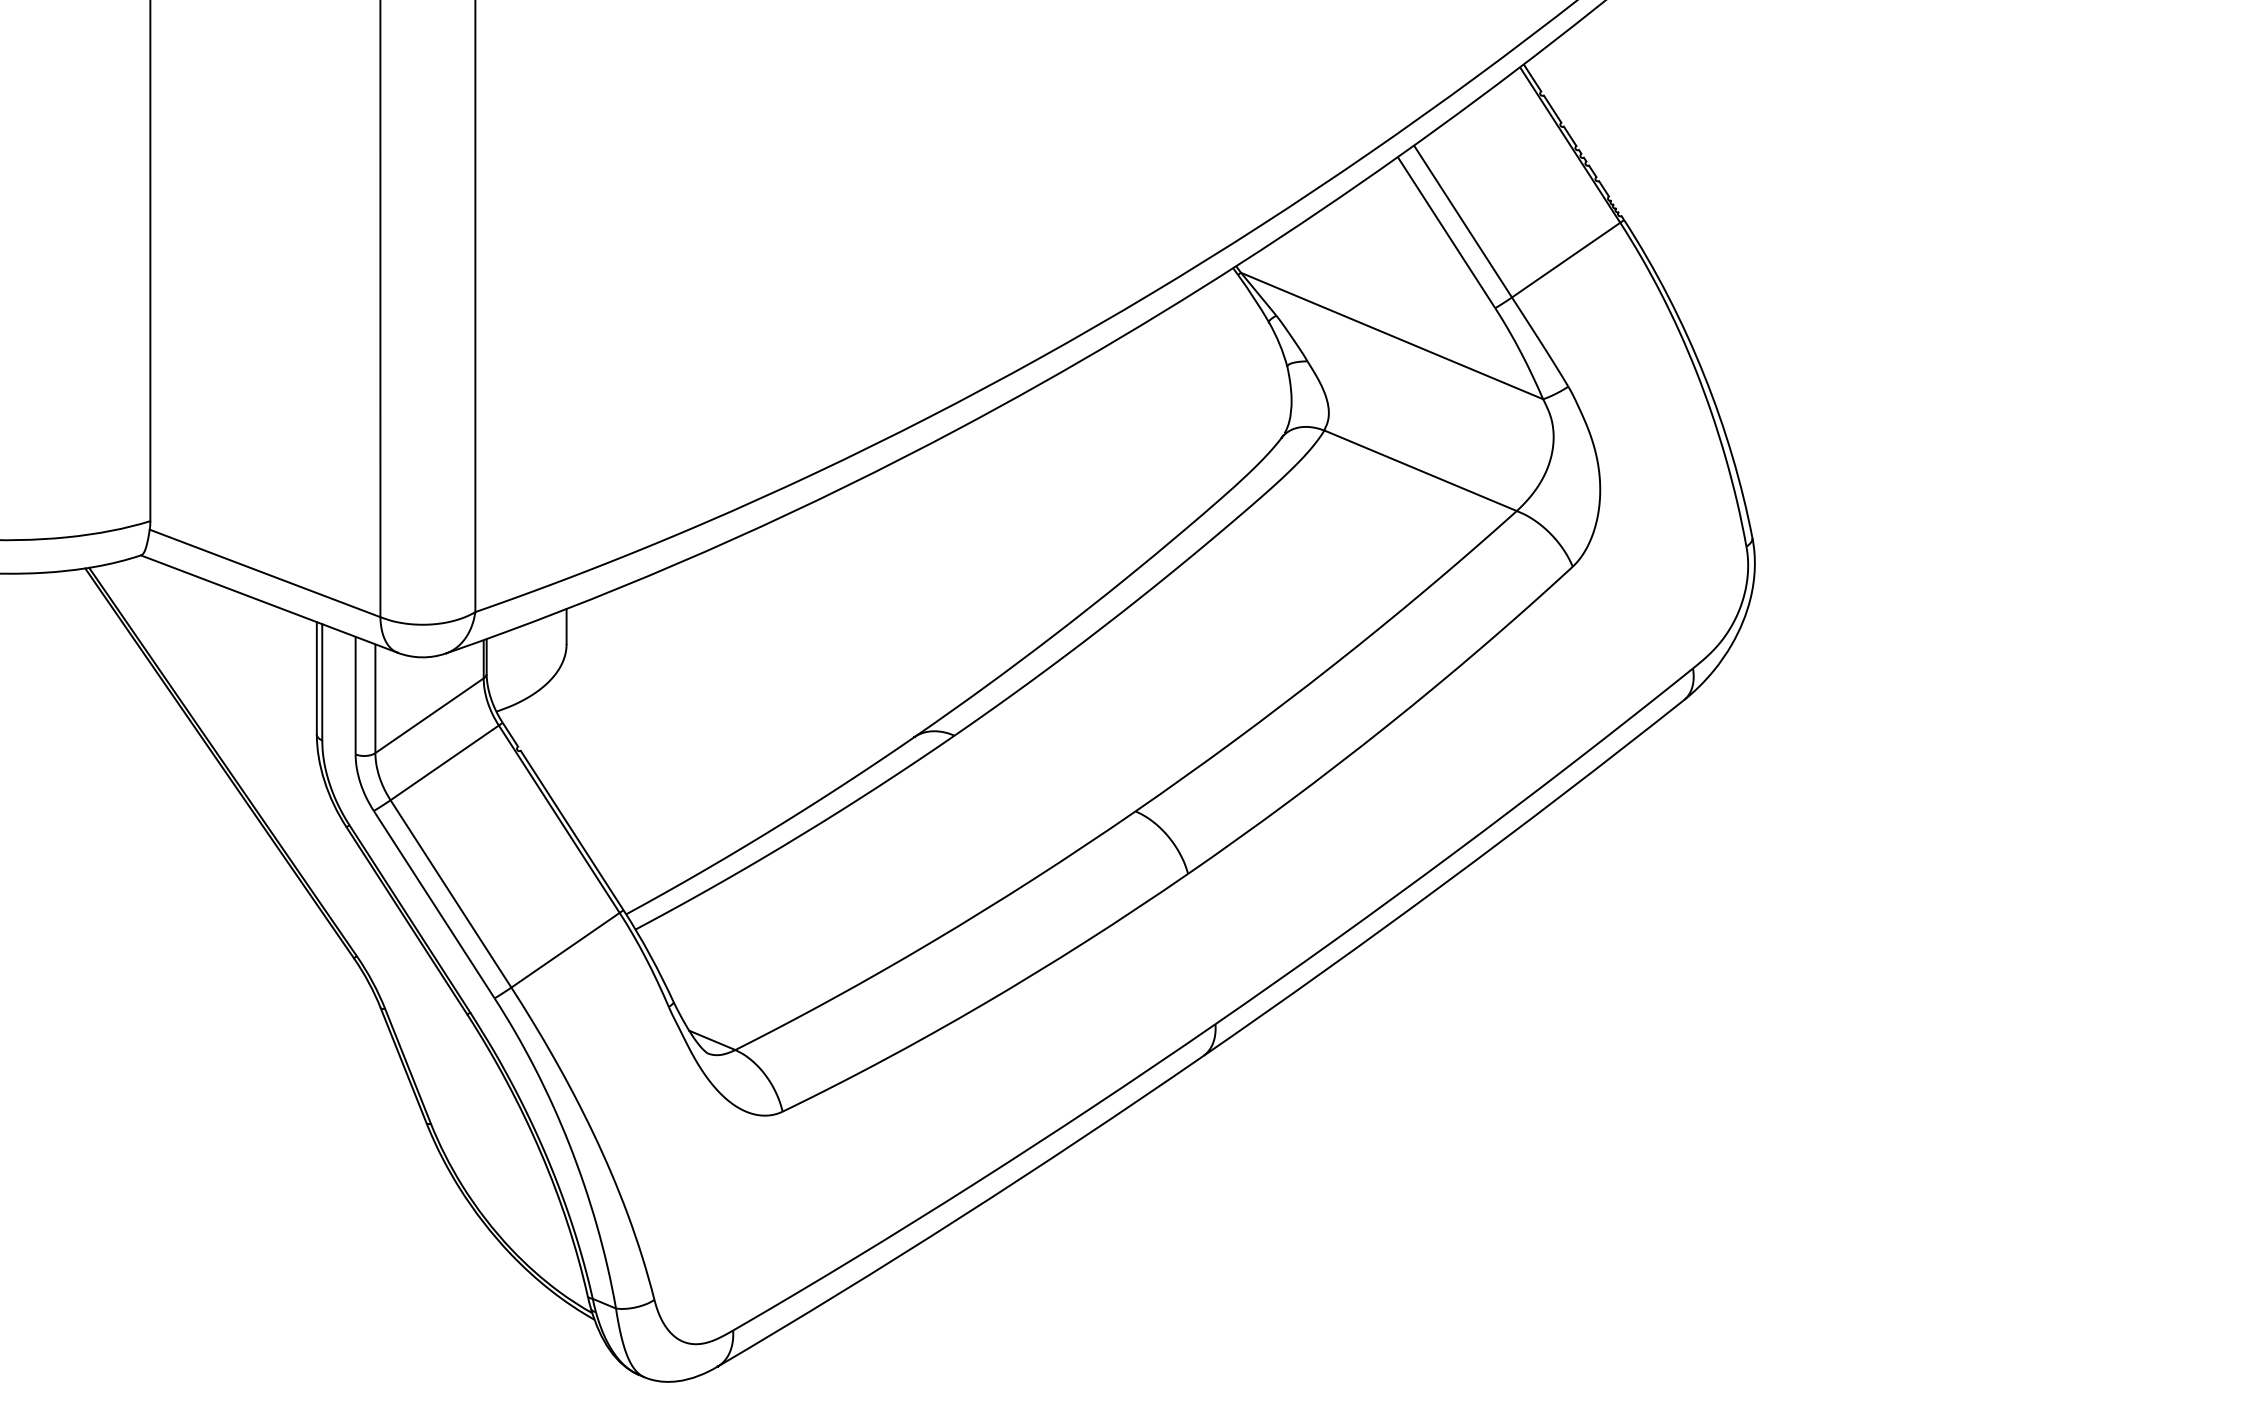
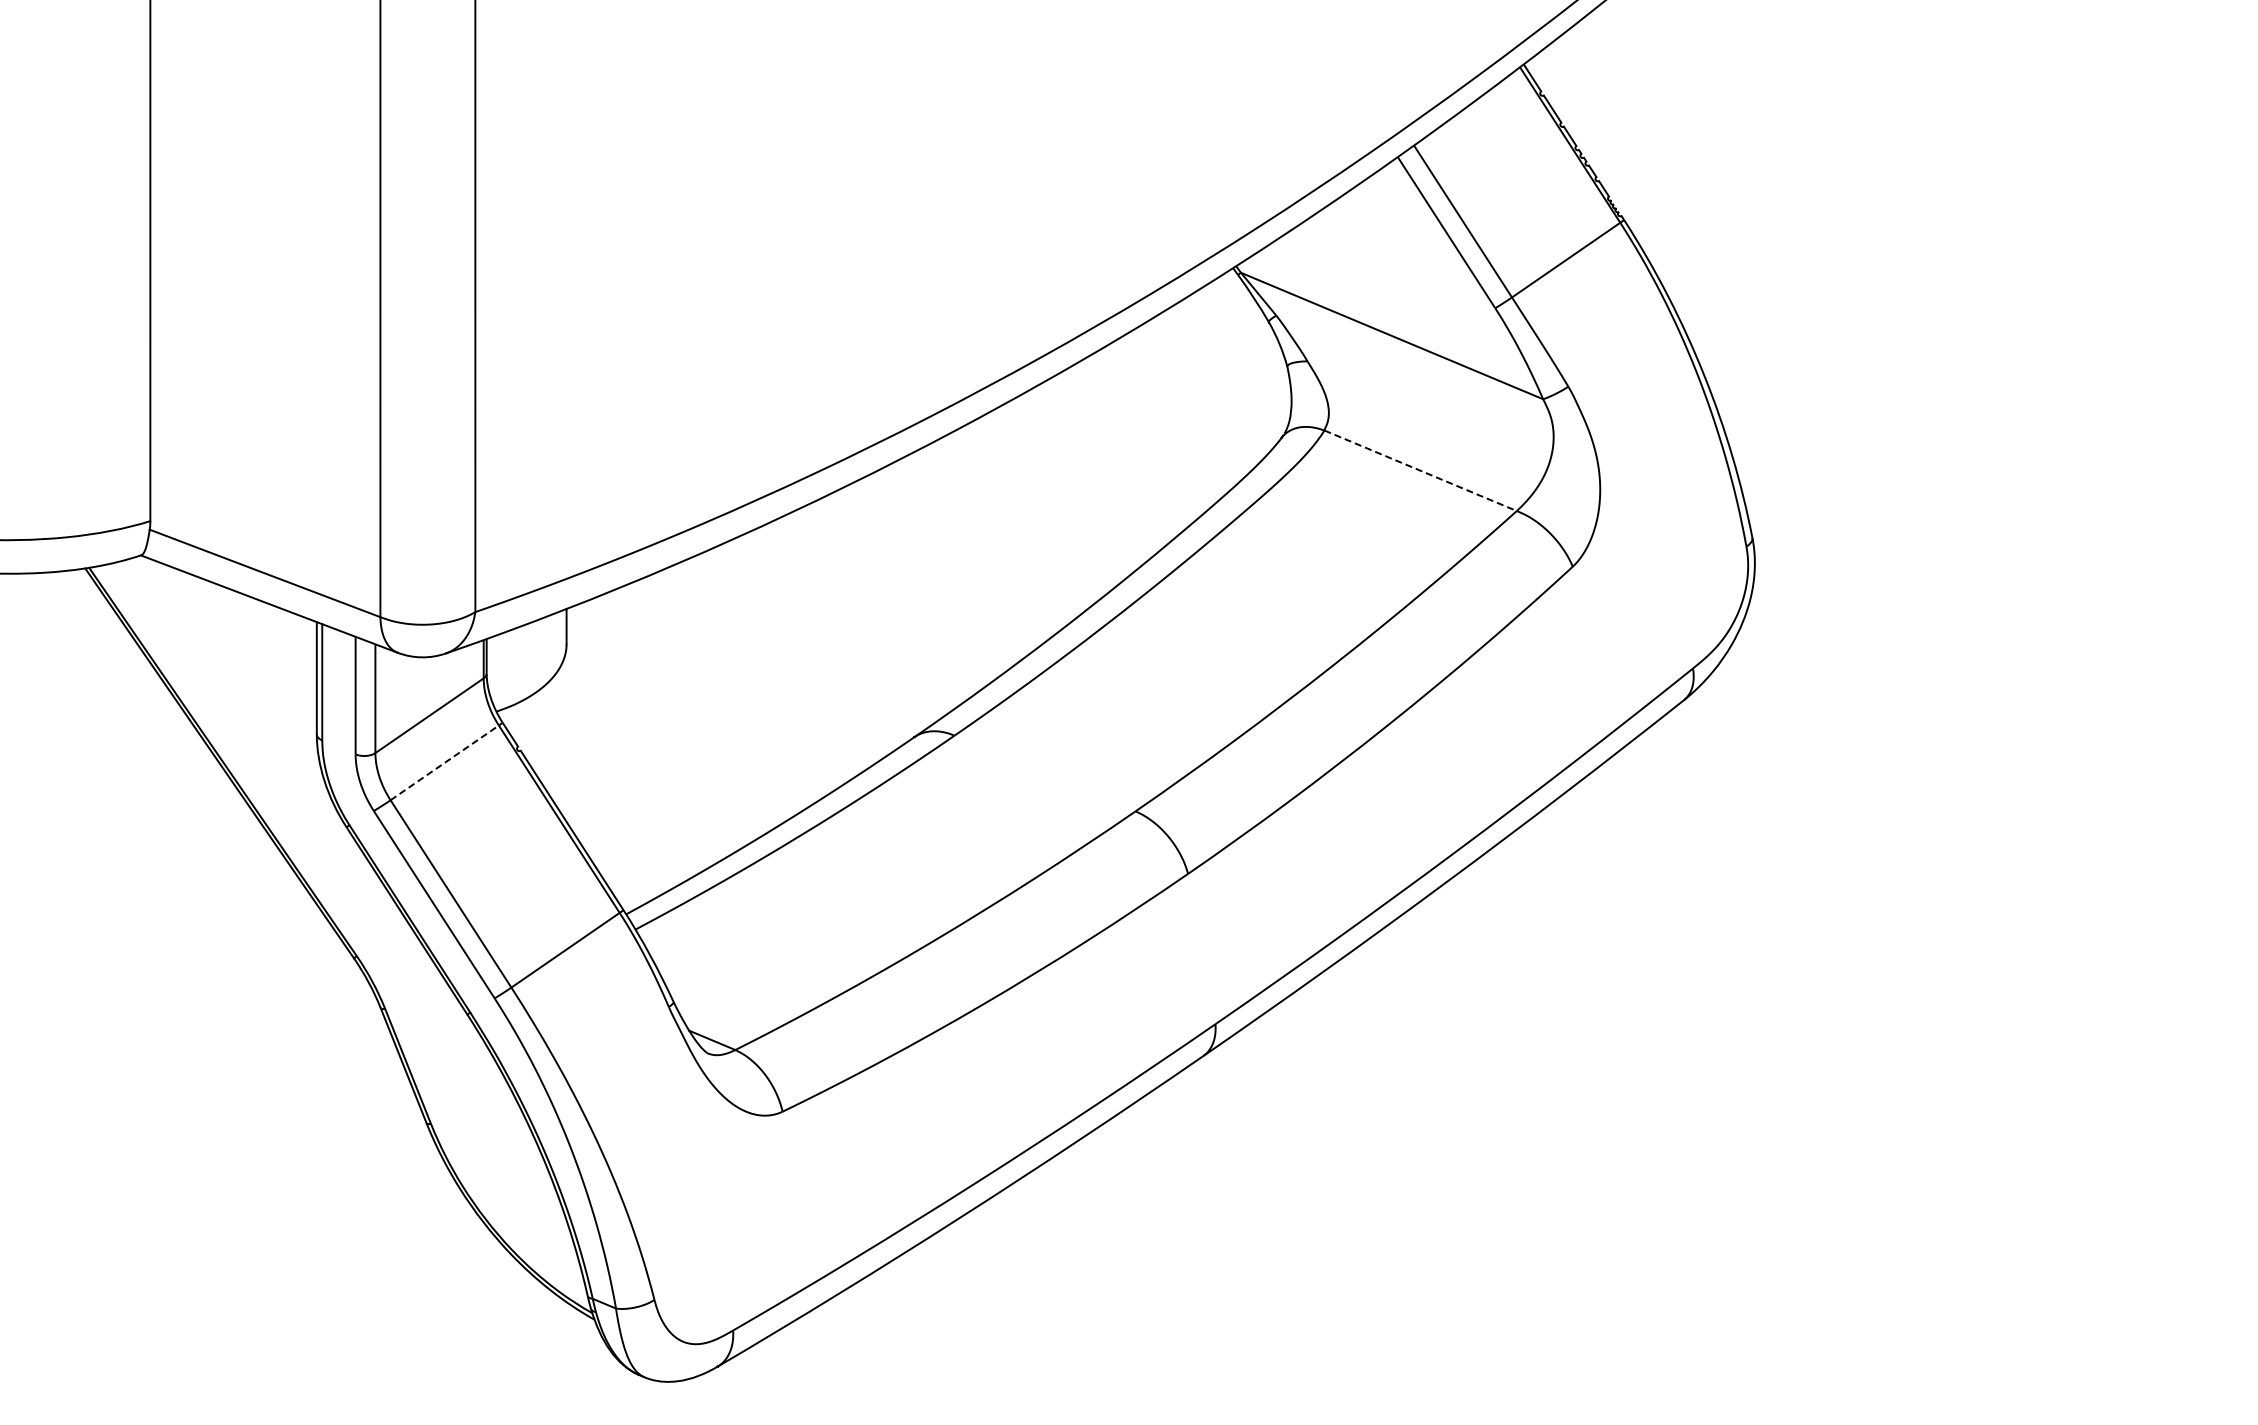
line at (1421, 470): solid -> dashed
line at (444, 762): solid -> dashed
